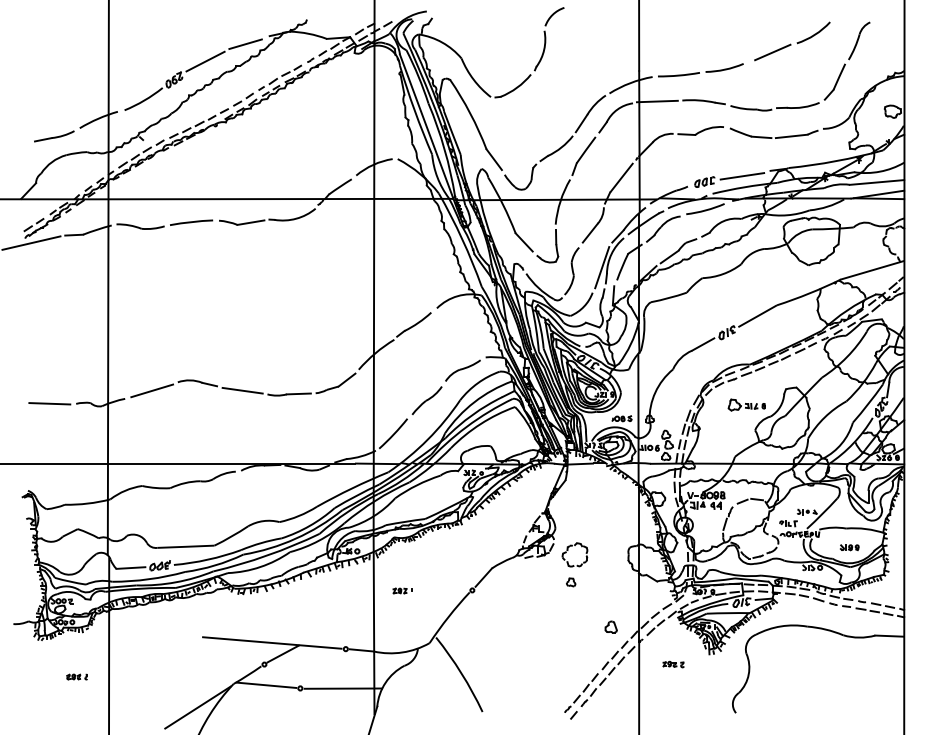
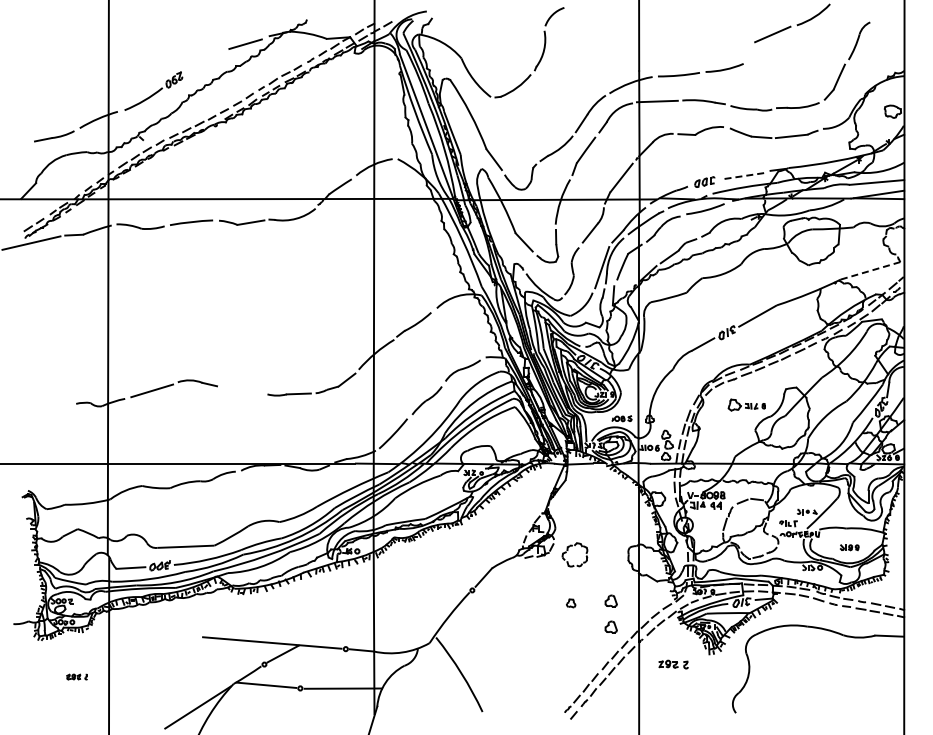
part at (792, 41) position: (792, 41) -> (792, 23)
line at (205, 61): present -> none
line at (742, 176): solid -> dashed
line at (872, 270): solid -> dashed
line at (242, 390): present -> none
line at (49, 403): present -> none
part at (571, 582) position: (571, 582) -> (571, 603)
part at (402, 590): present -> none
part at (610, 600): none -> present
part at (673, 664) size: 23x9 px -> 31x11 px
